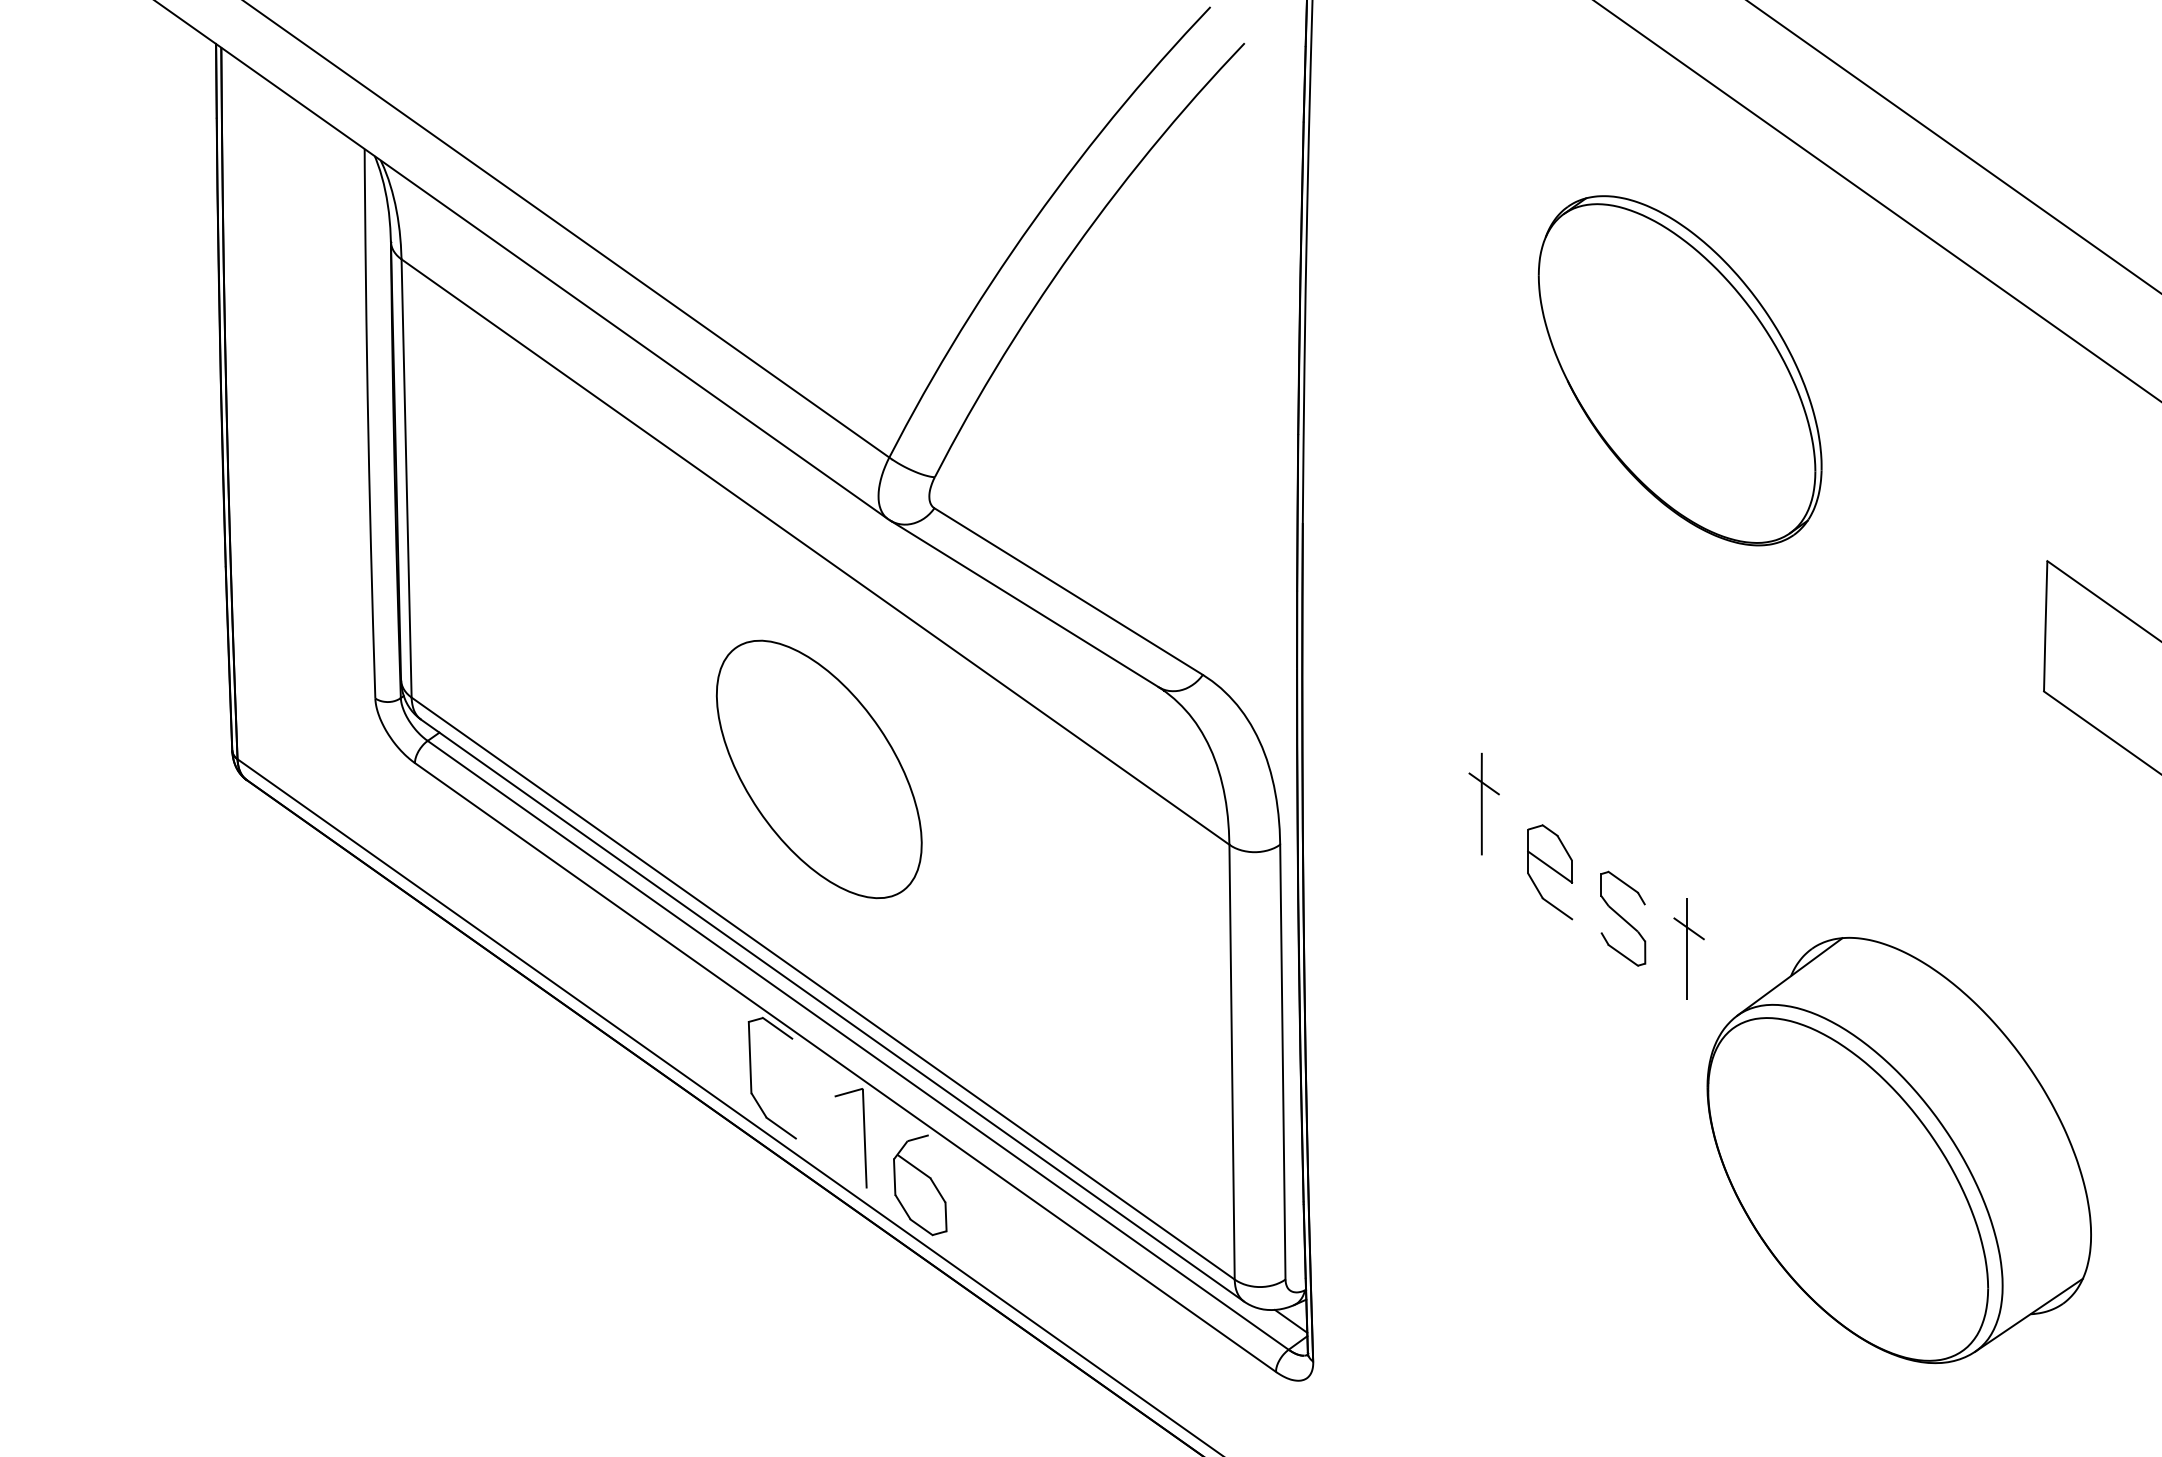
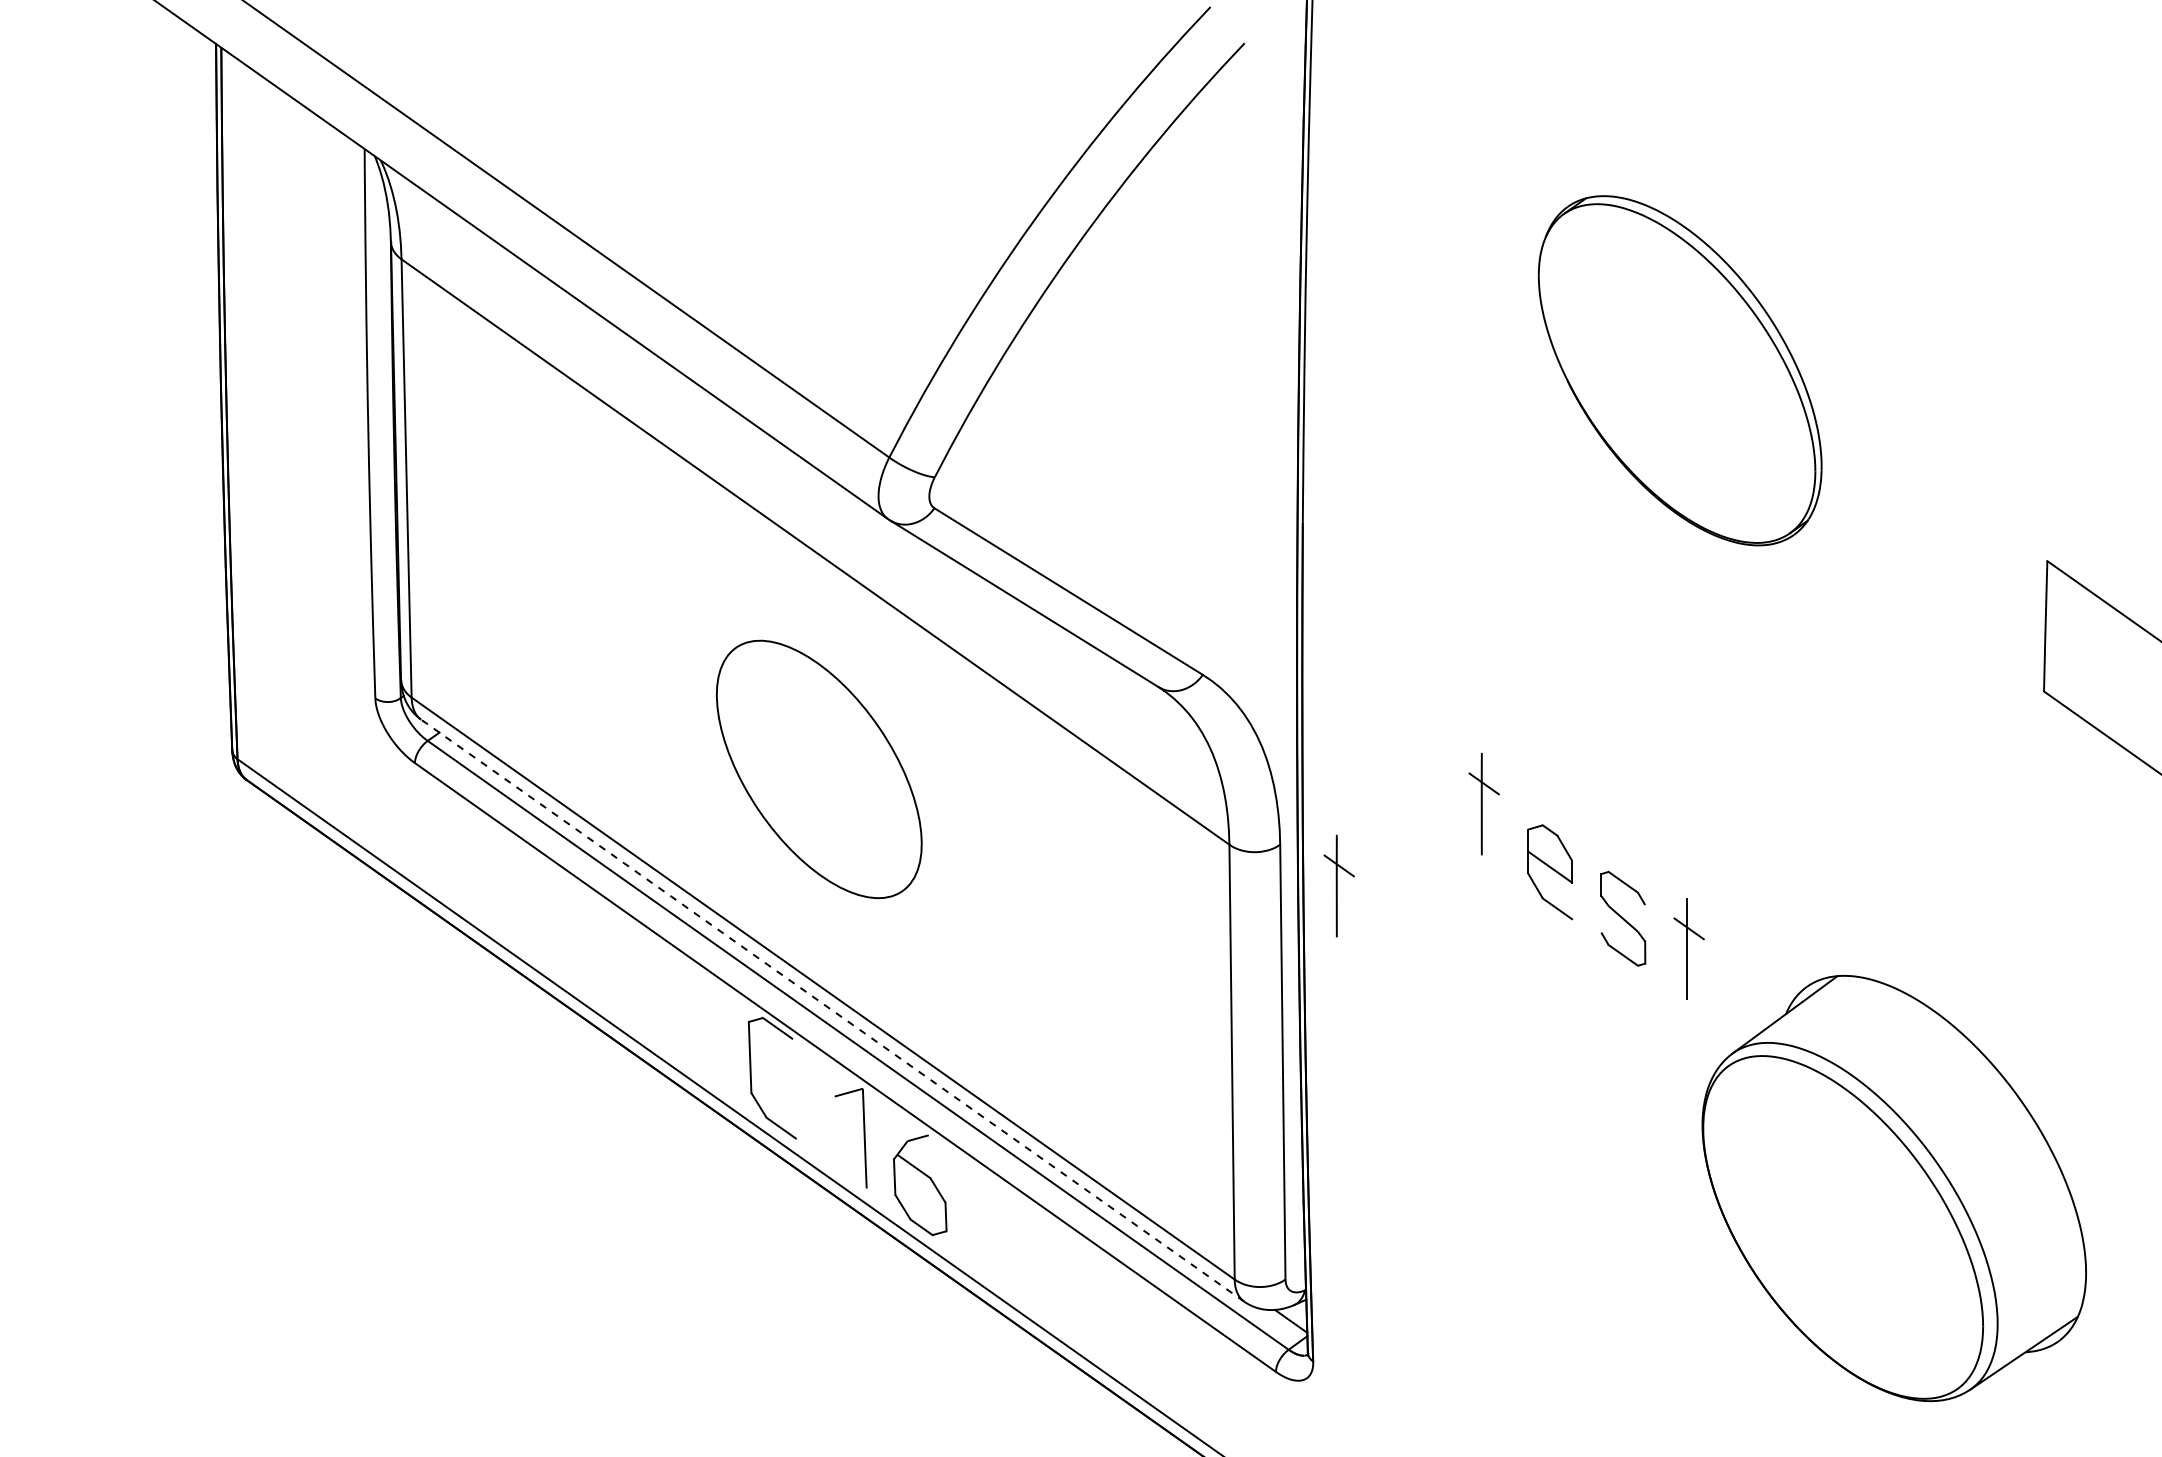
line at (1953, 146): present -> none
line at (1877, 201): present -> none
part at (1338, 885): none -> present
line at (832, 1010): solid -> dashed
part at (1898, 1150) position: (1898, 1150) -> (1893, 1188)
